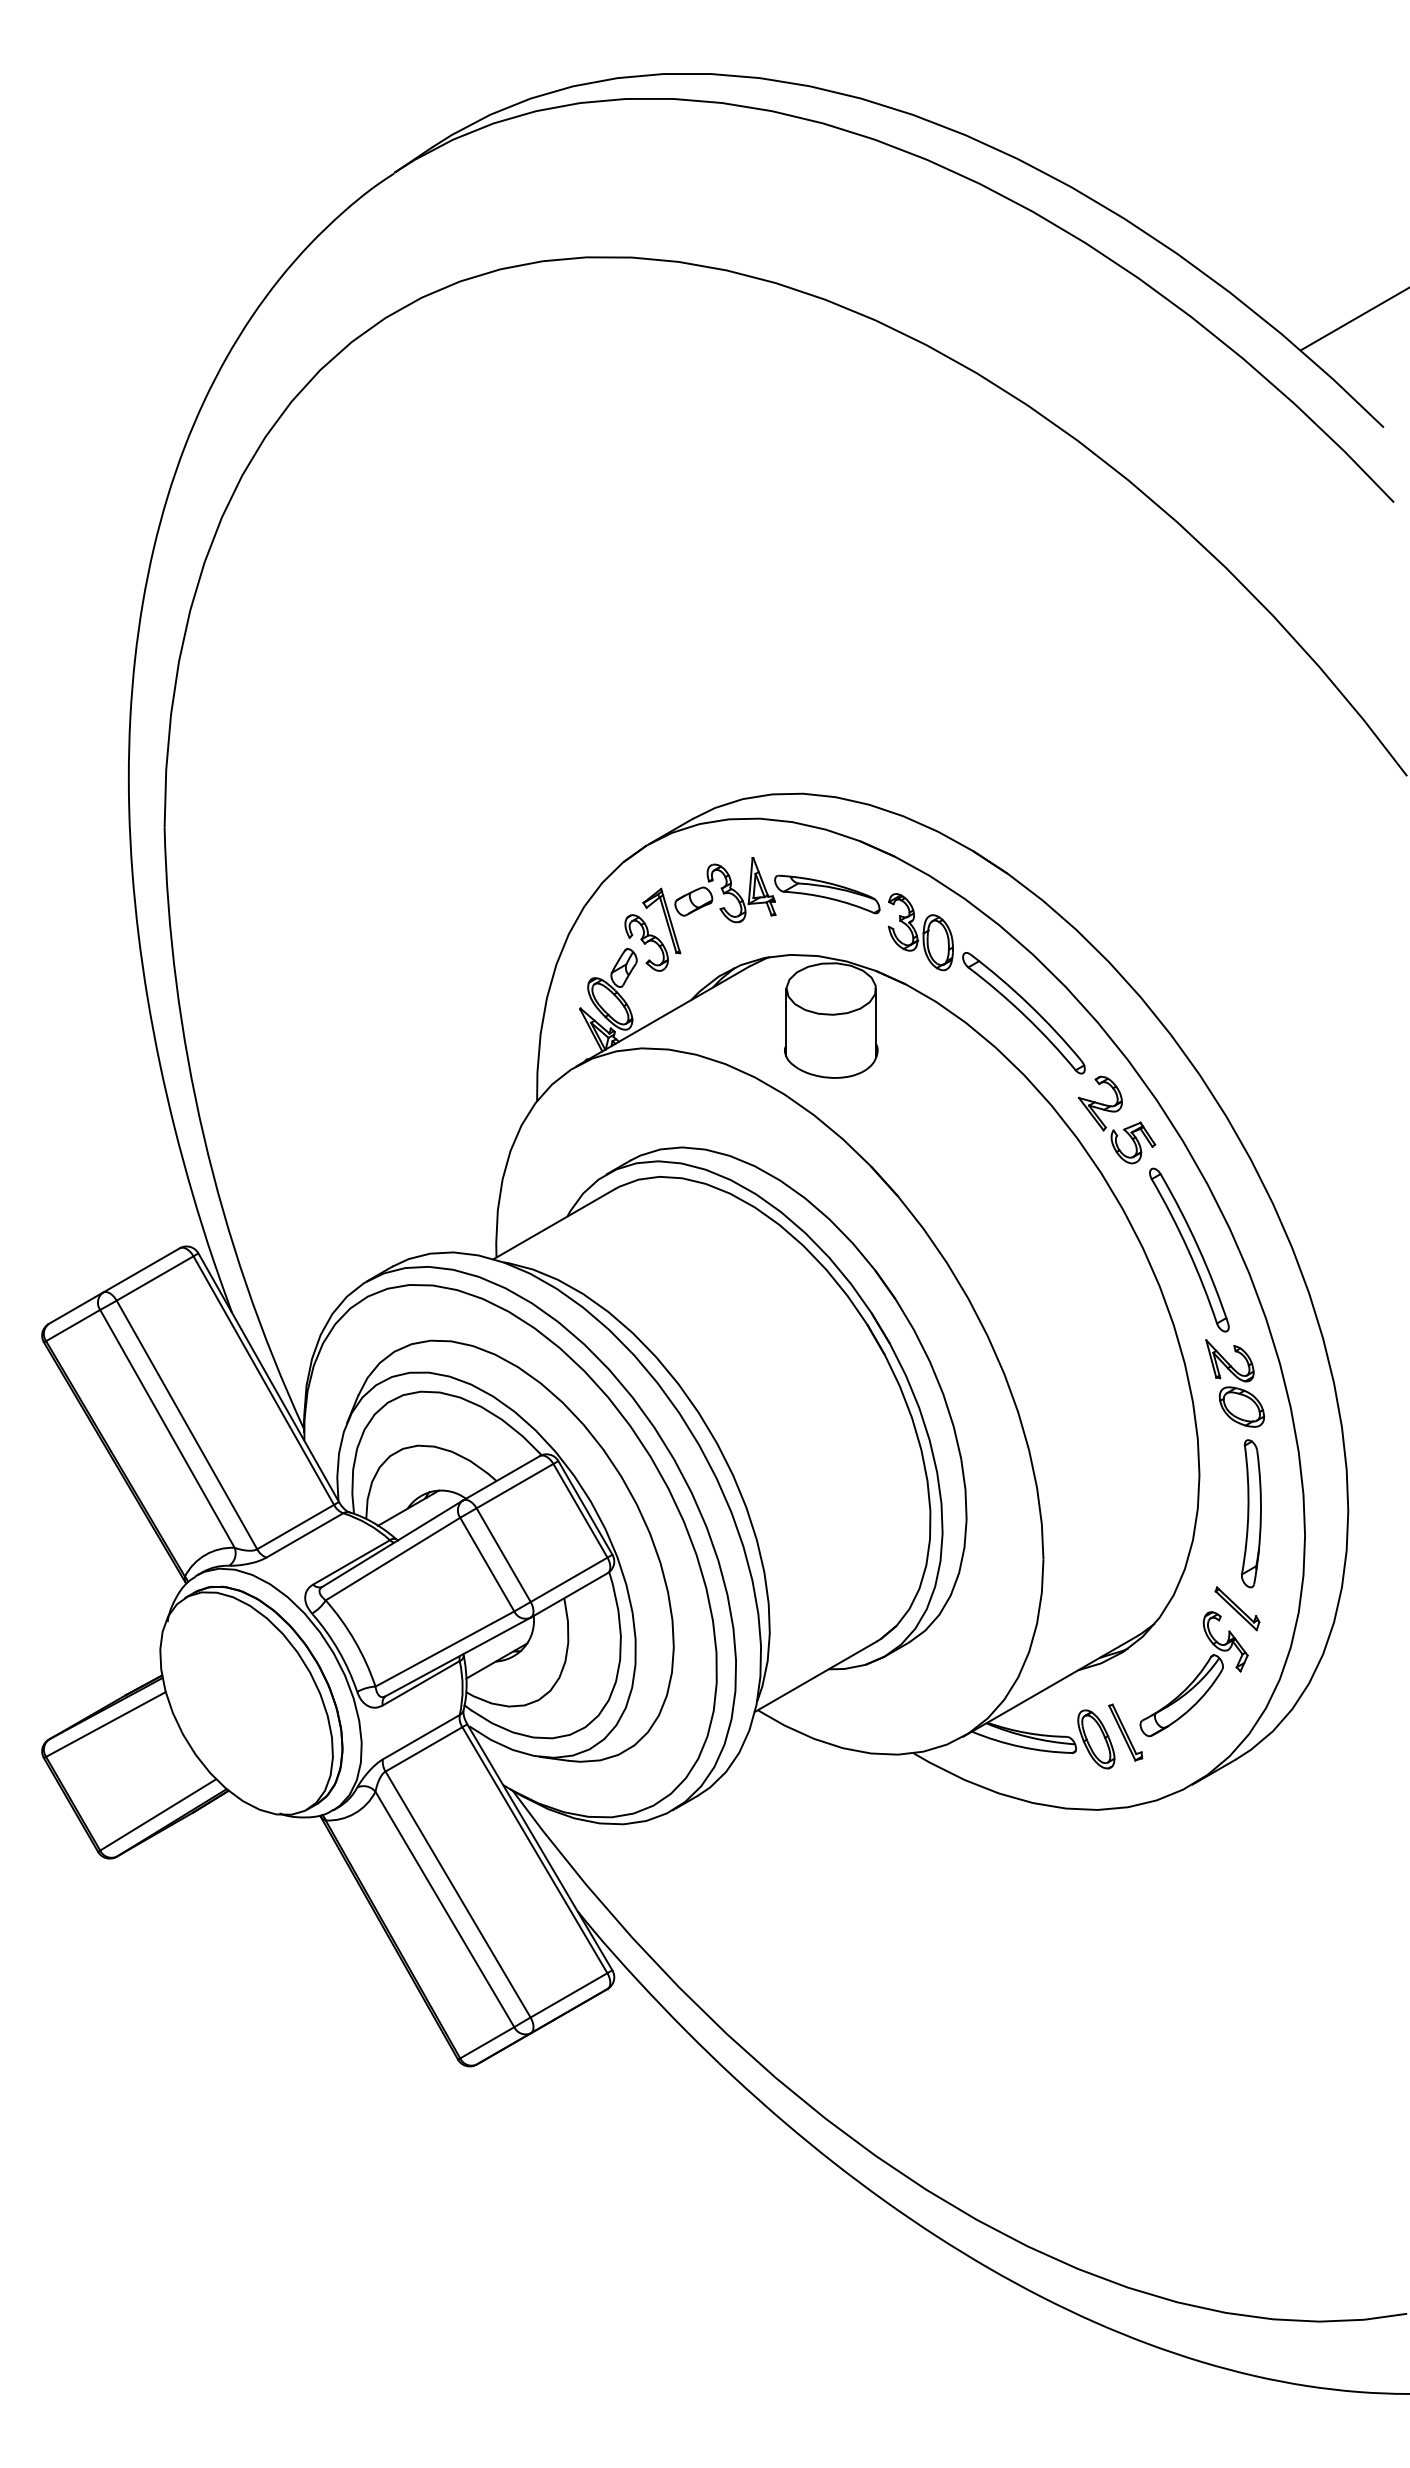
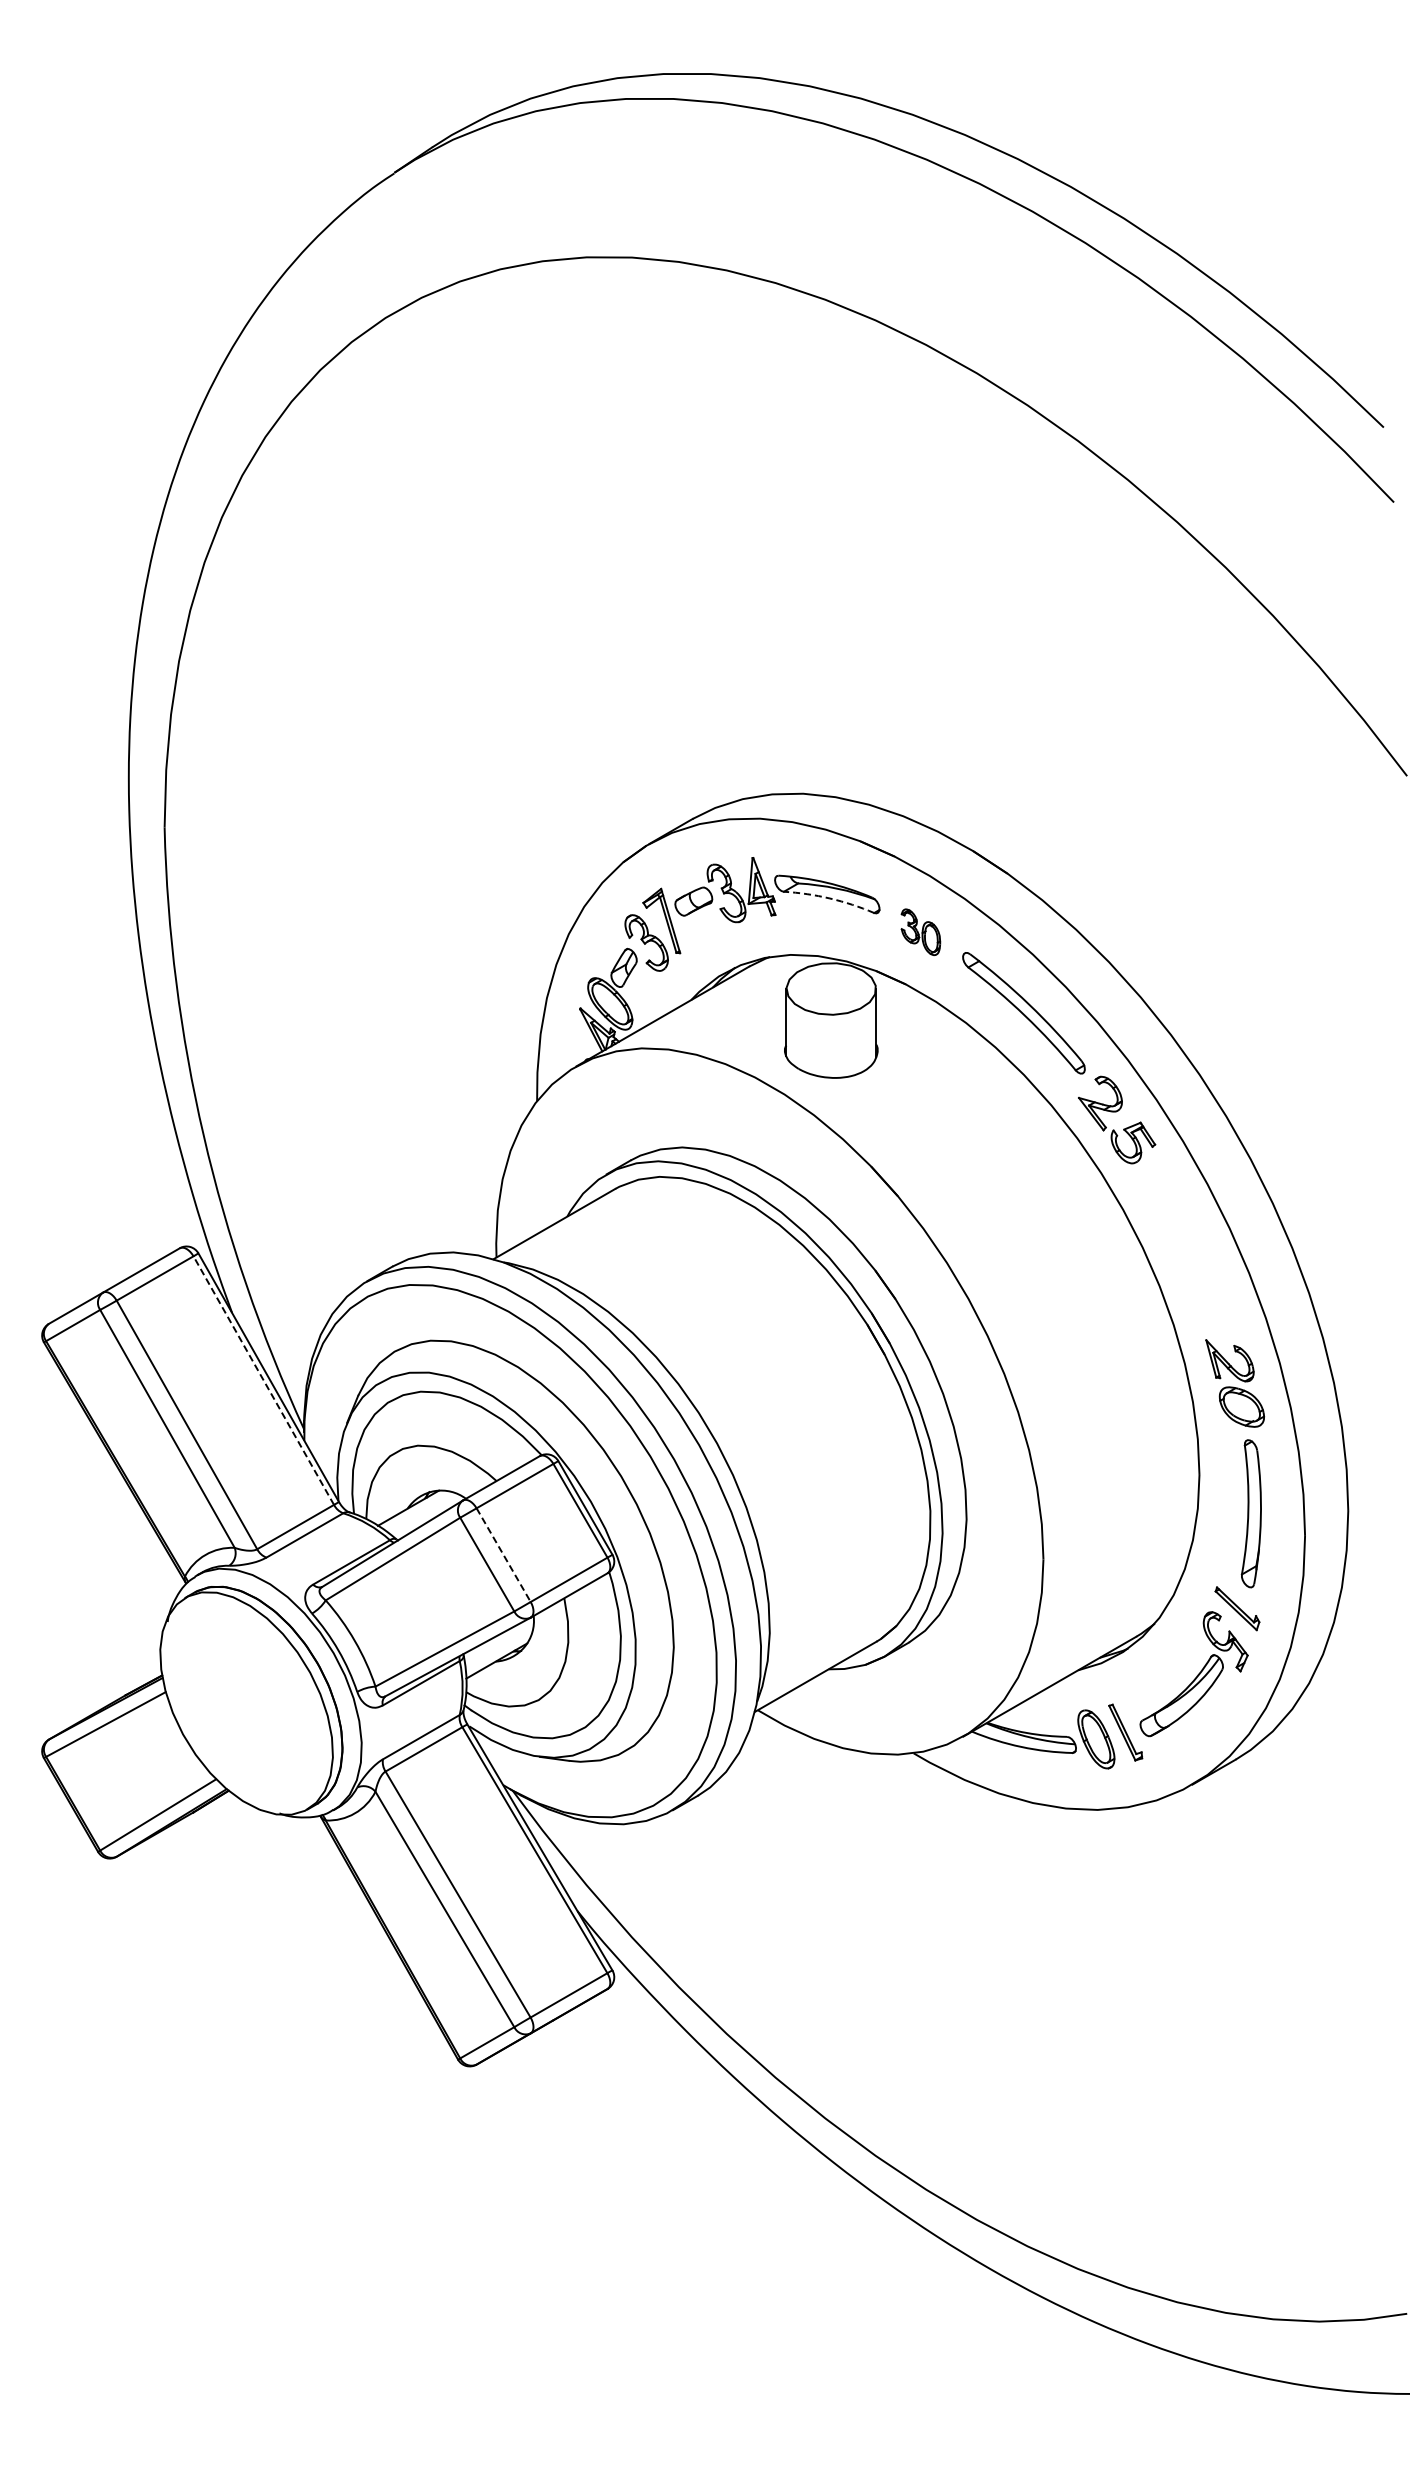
line at (1353, 319): present -> none
arc at (829, 898): solid -> dashed
part at (920, 932) size: 66x79 px -> 42x48 px
part at (1189, 1249): present -> none
line at (263, 1380): solid -> dashed
line at (503, 1555): solid -> dashed
